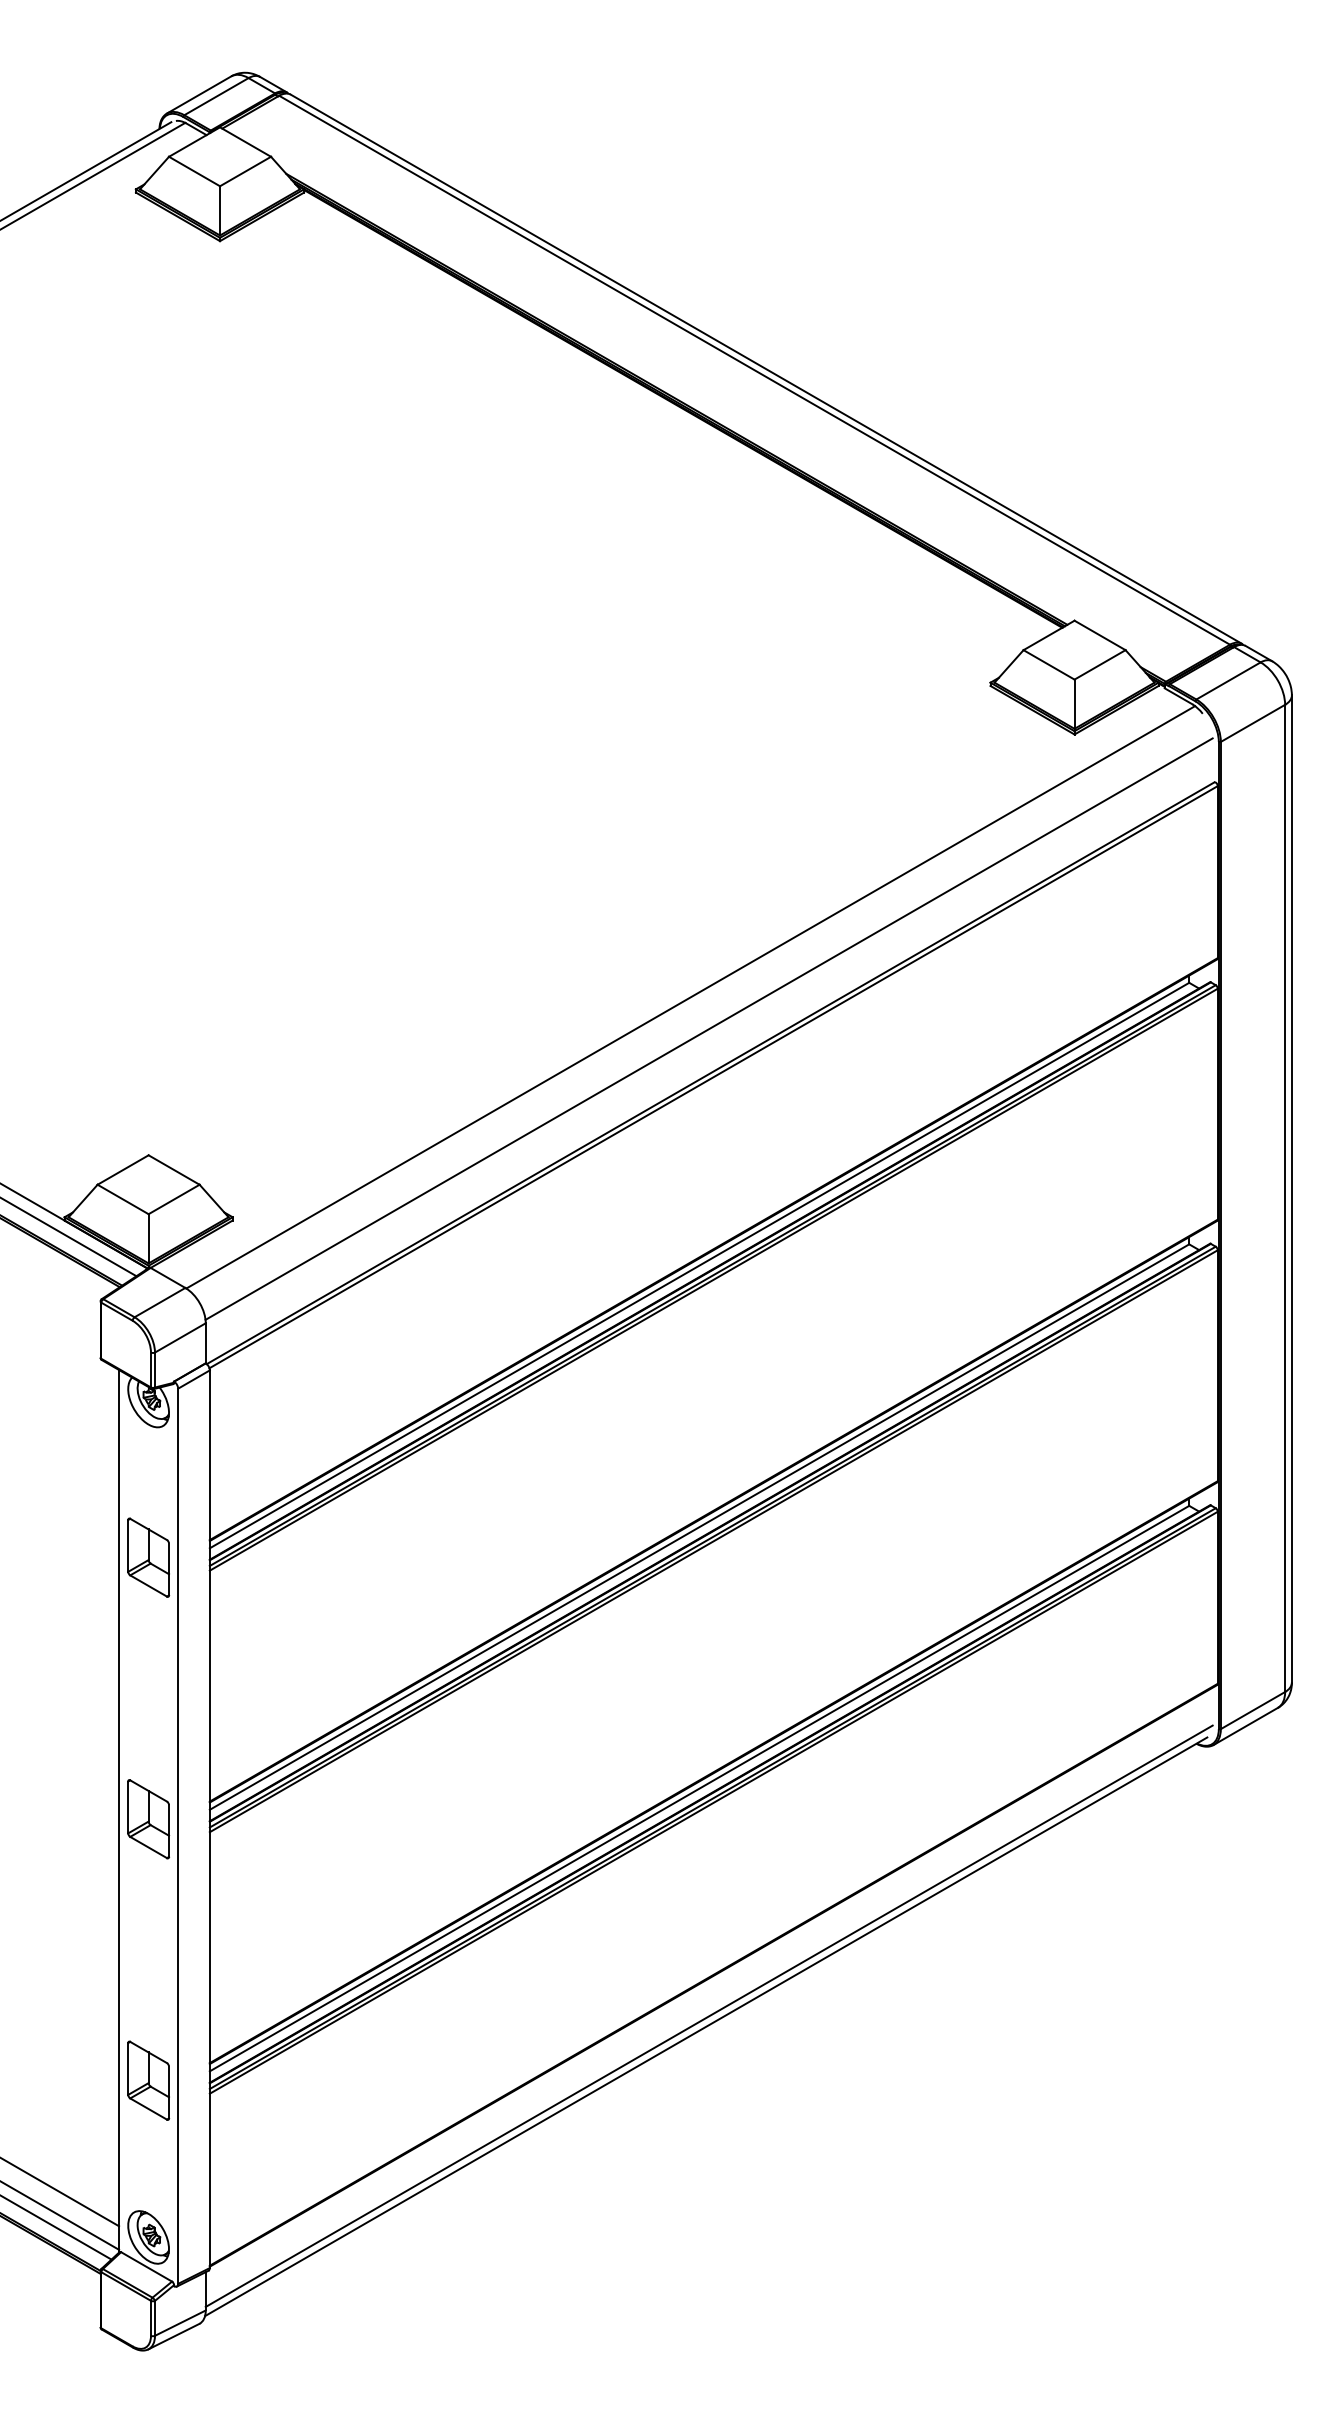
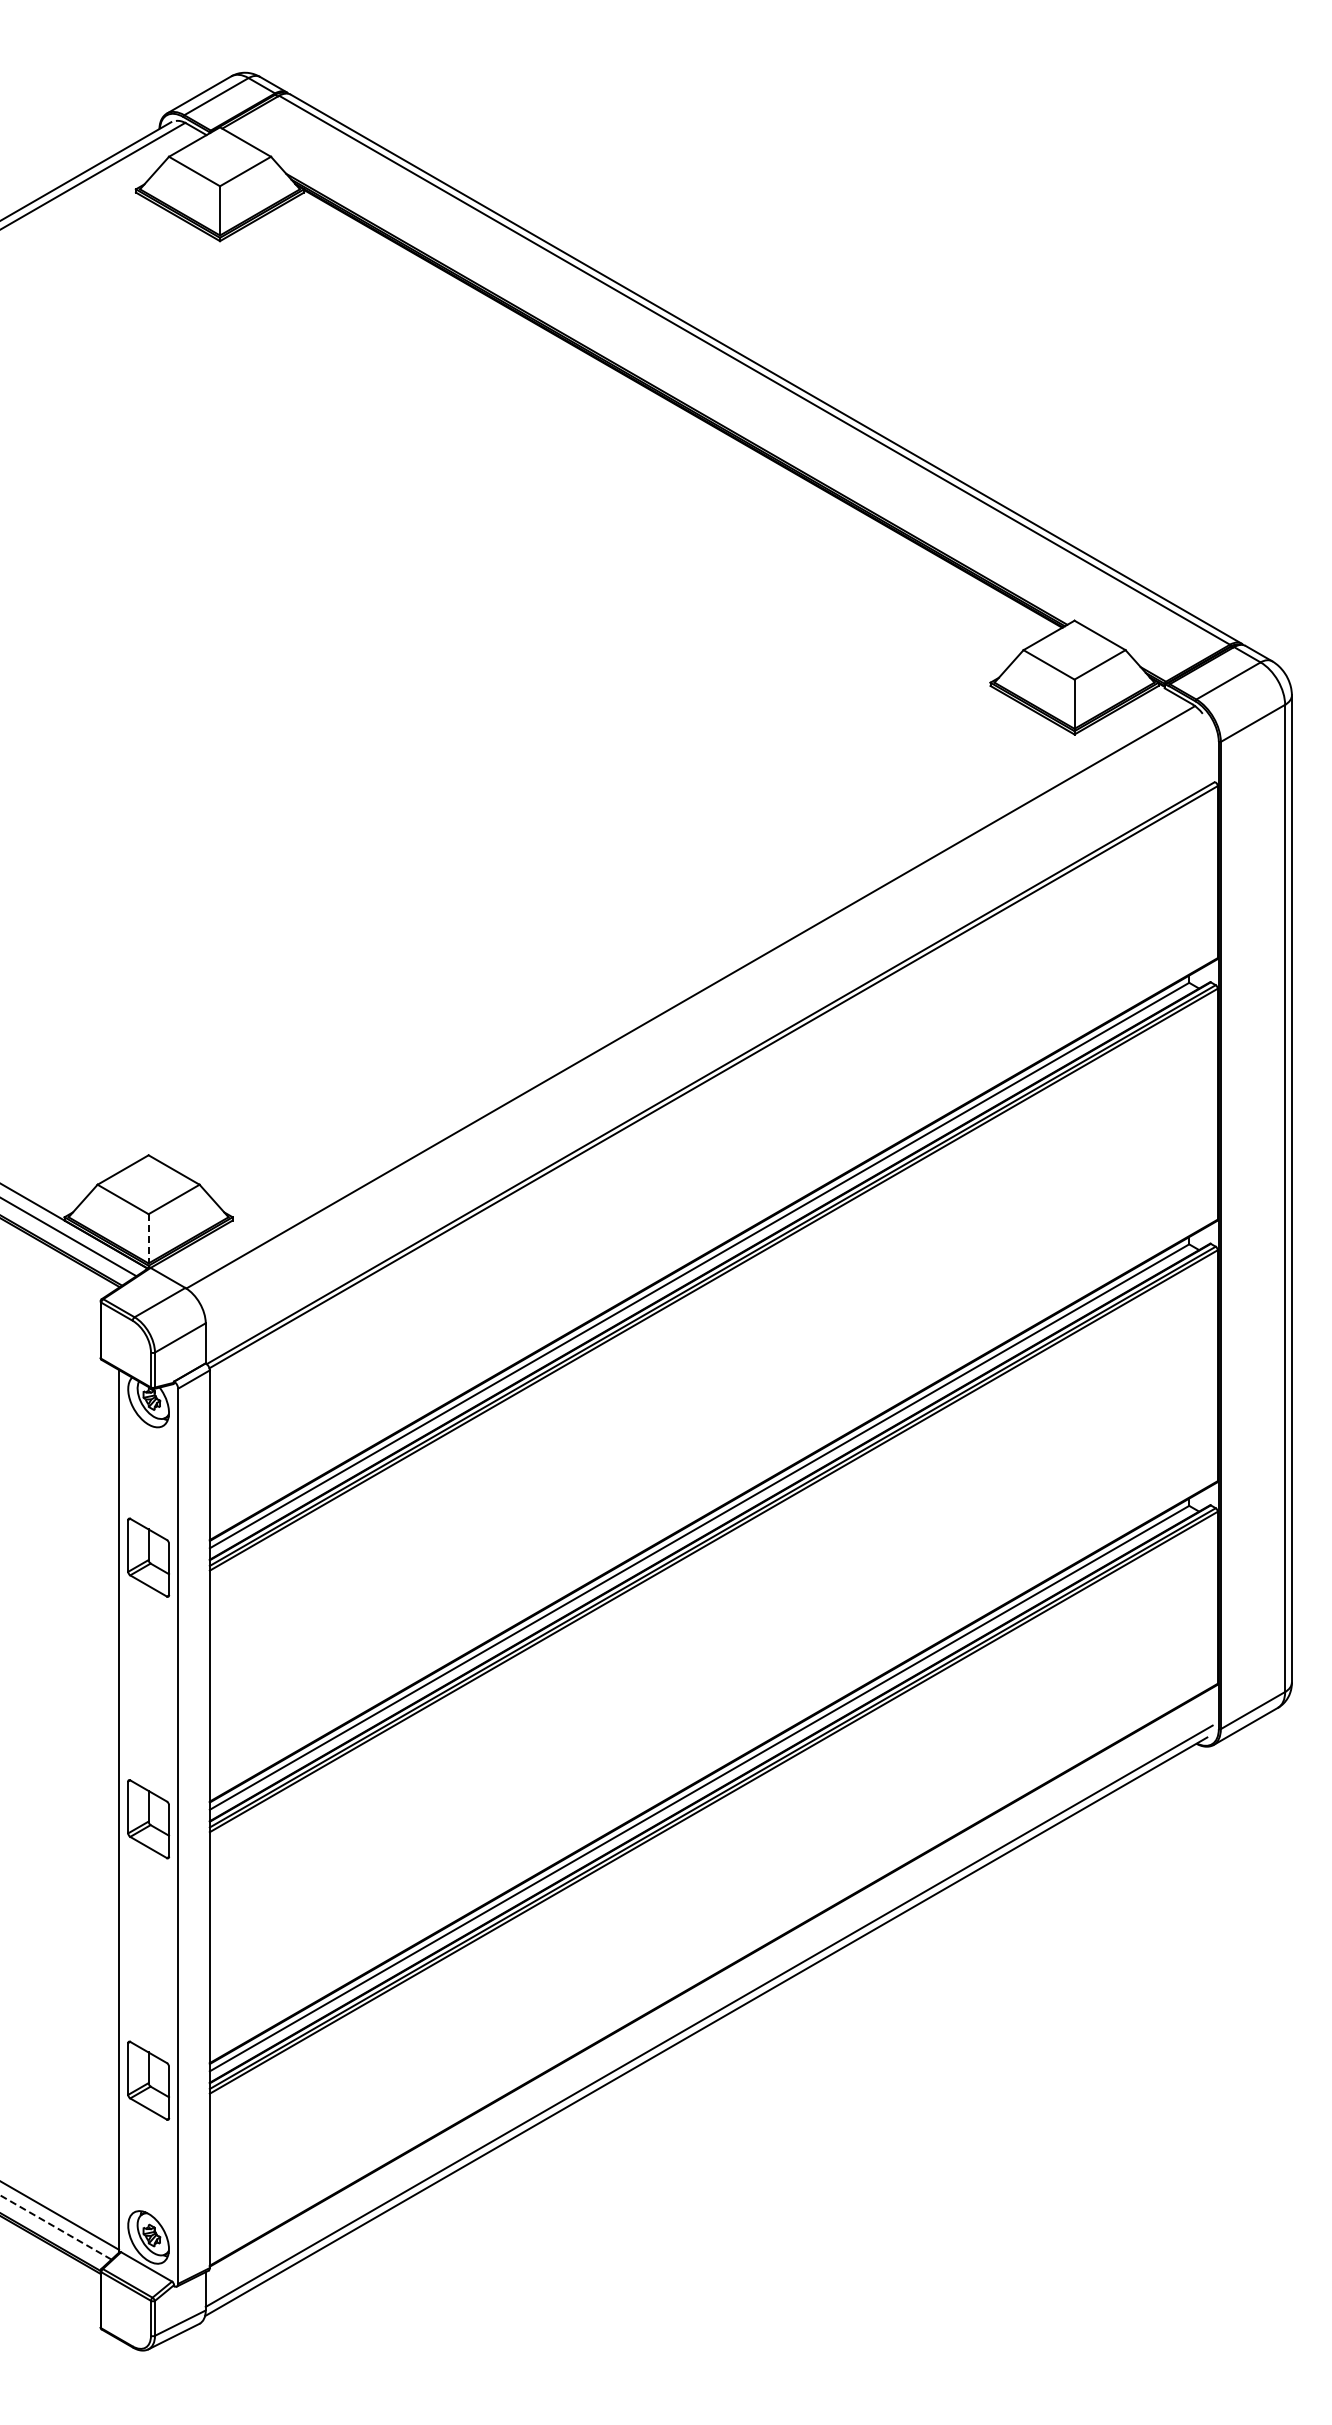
line at (708, 1028): present -> none
line at (148, 1238): solid -> dashed
line at (60, 2192): present -> none
line at (56, 2227): solid -> dashed
